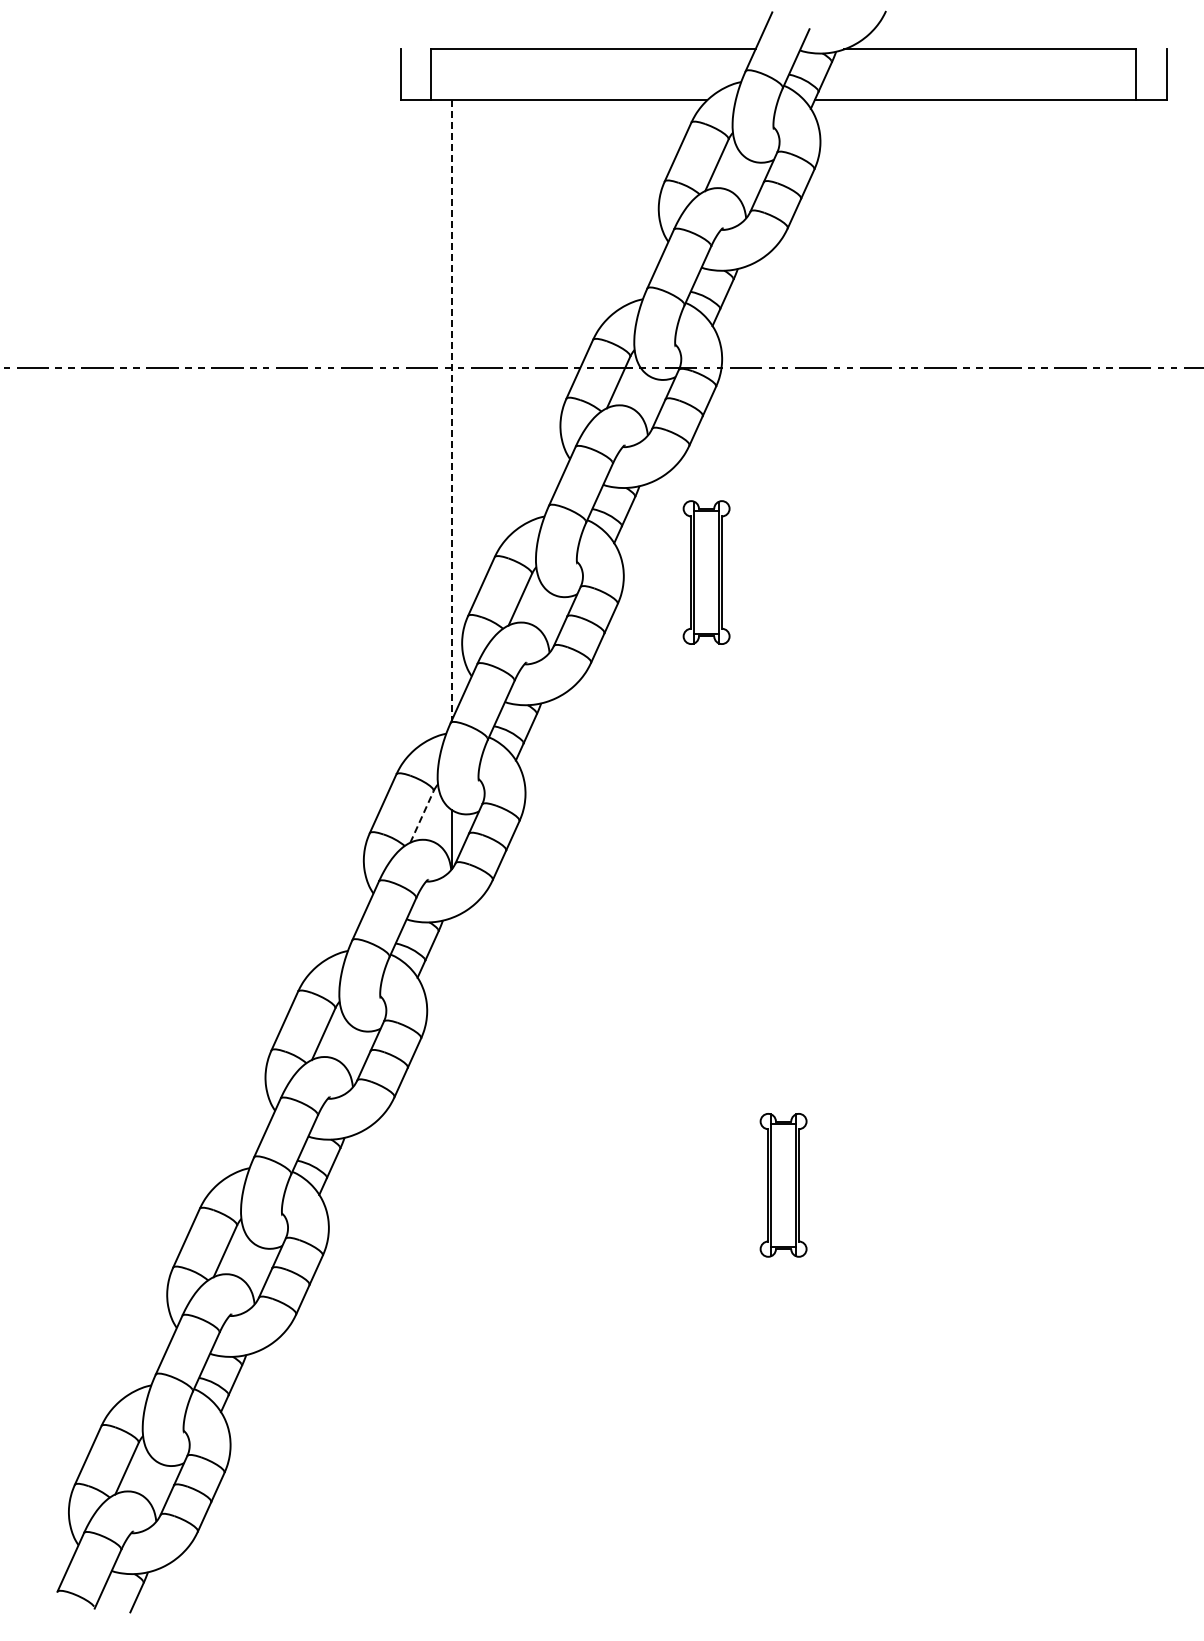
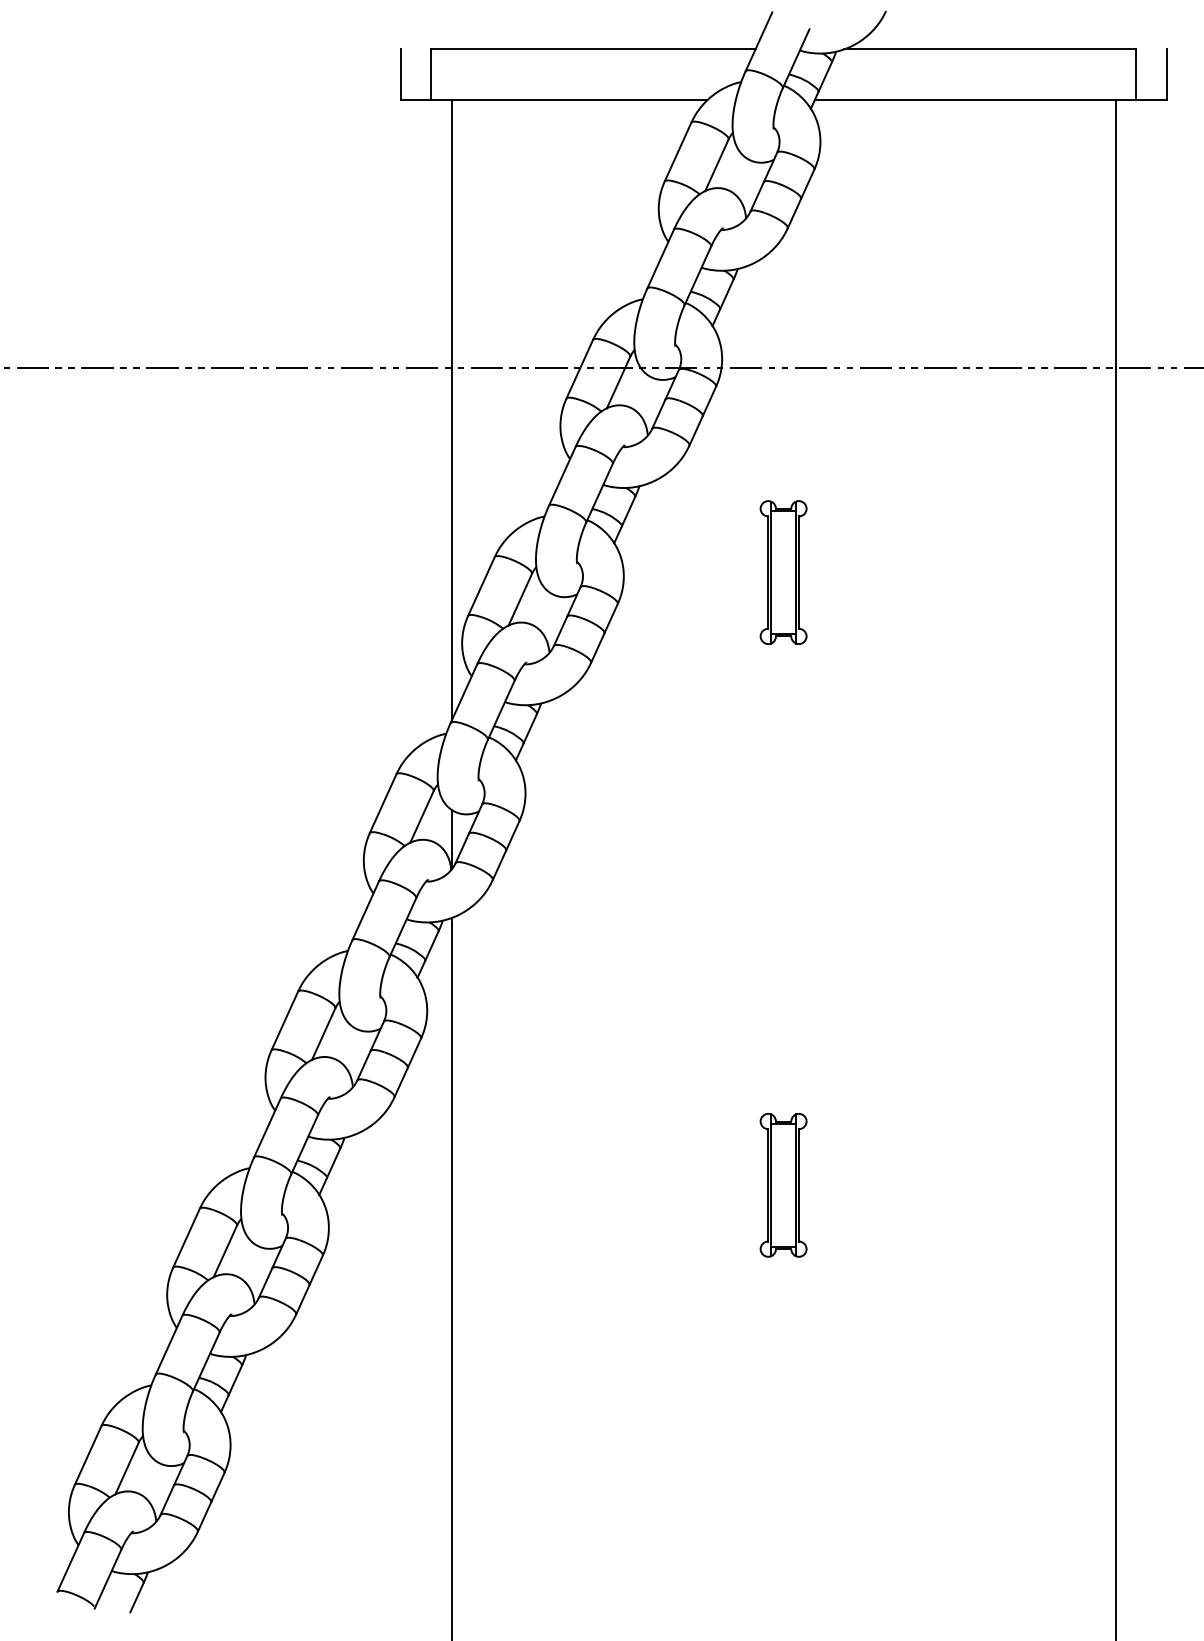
line at (451, 411): dashed -> solid
part at (706, 572) position: (706, 572) -> (783, 572)
line at (422, 816): dashed -> solid
line at (1115, 868): none -> present
line at (451, 1277): none -> present
